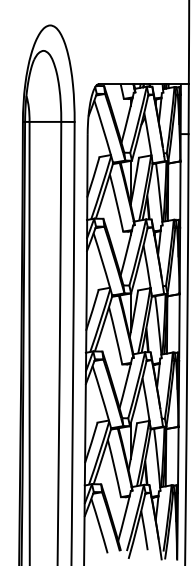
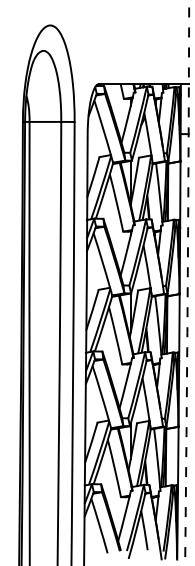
arc at (187, 283): solid -> dashed
